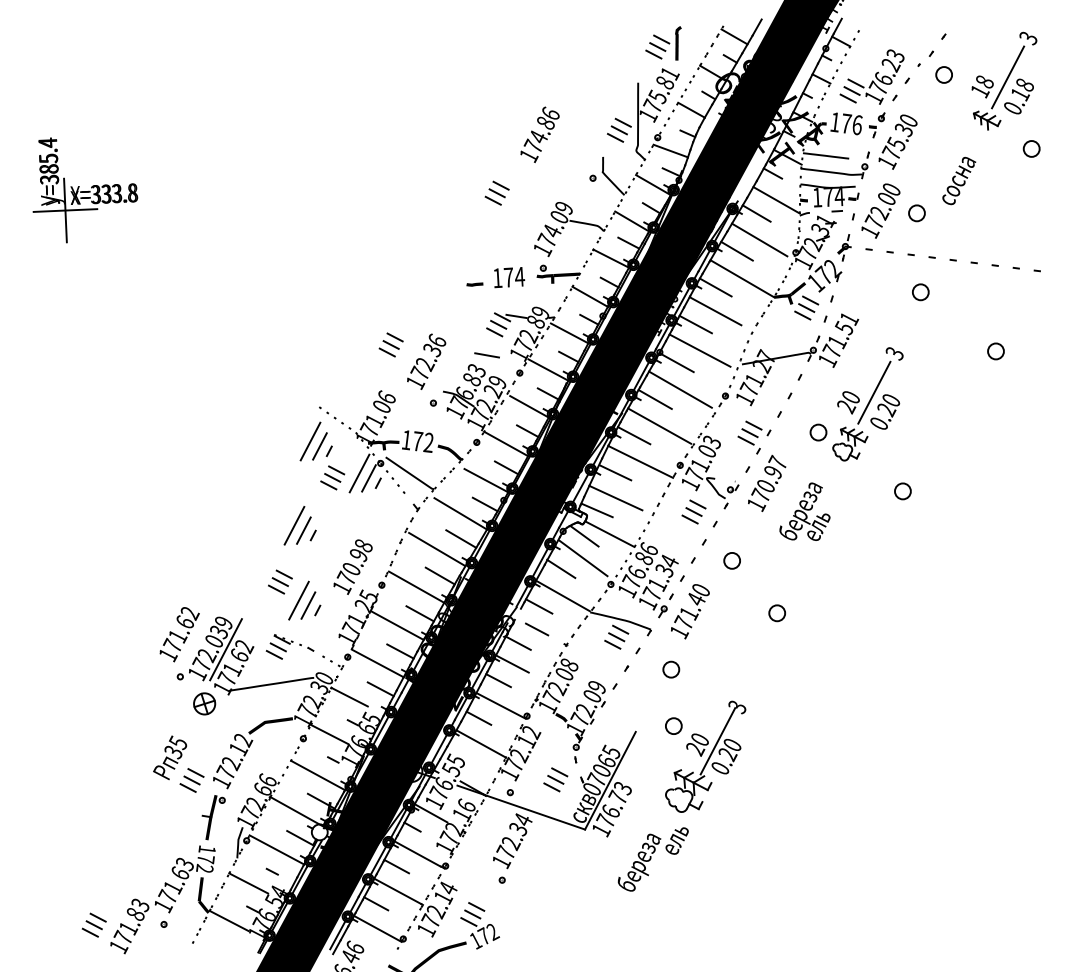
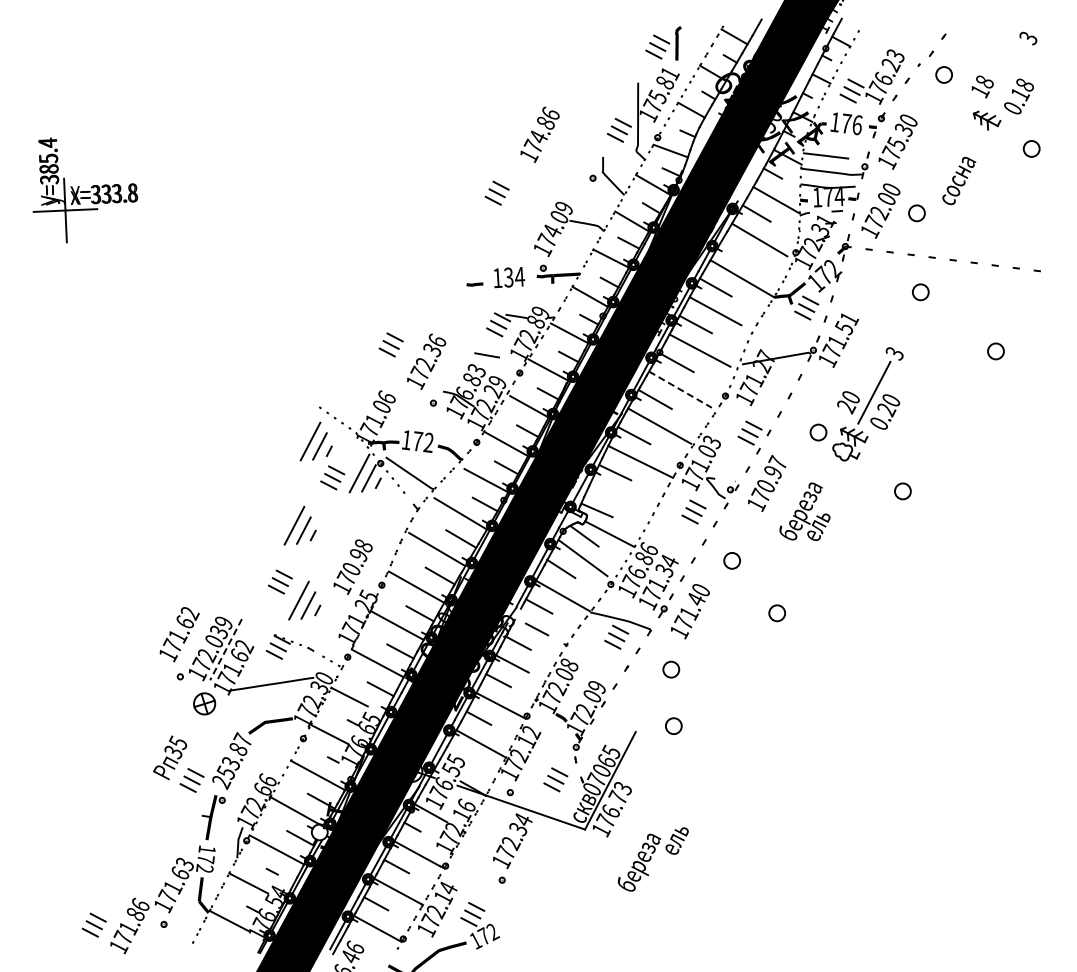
line at (1008, 77): present -> none
line at (736, 250): present -> none
text at (508, 277): 174 -> 134
line at (680, 389): solid -> dashed
line at (615, 498): present -> none
line at (225, 650): solid -> dashed
part at (705, 756): present -> none
text at (232, 760): 172.12 -> 253.87
text at (140, 904): 171.83 -> 171.86
